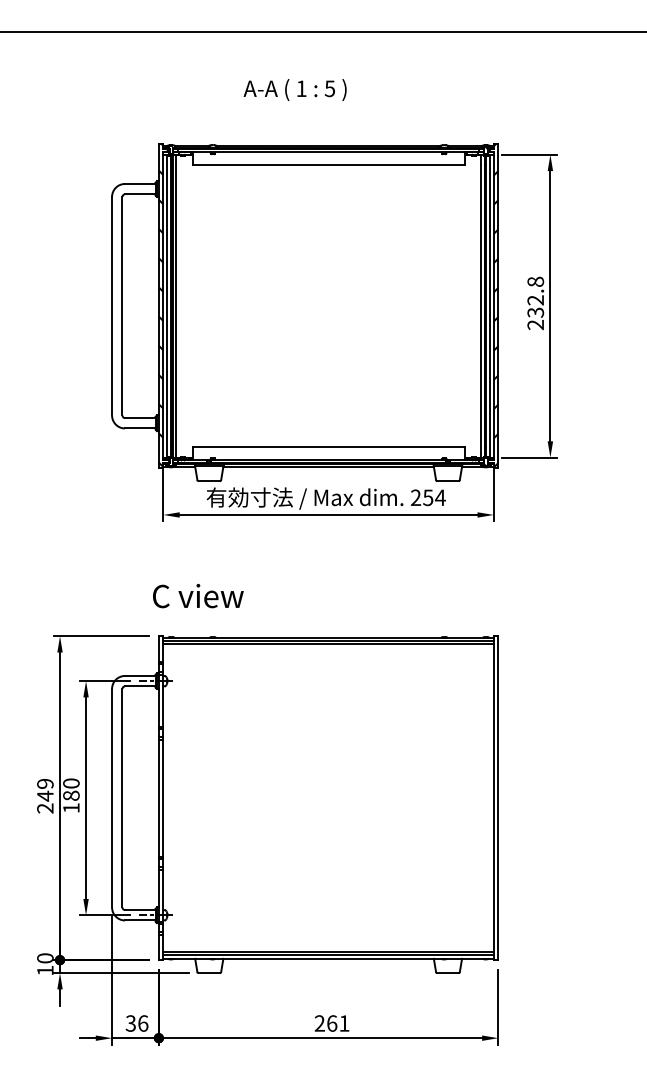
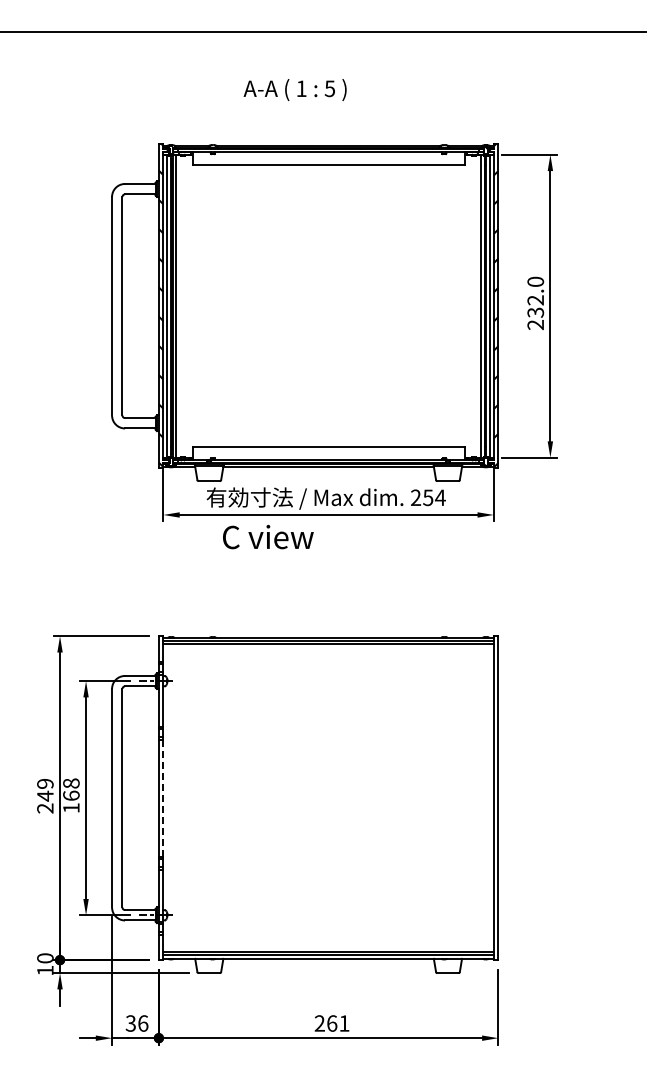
text at (535, 281): 232.8 -> 232.0
text at (198, 595) position: (198, 595) -> (268, 536)
text at (71, 789): 180 -> 168
line at (163, 798): solid -> dashed
